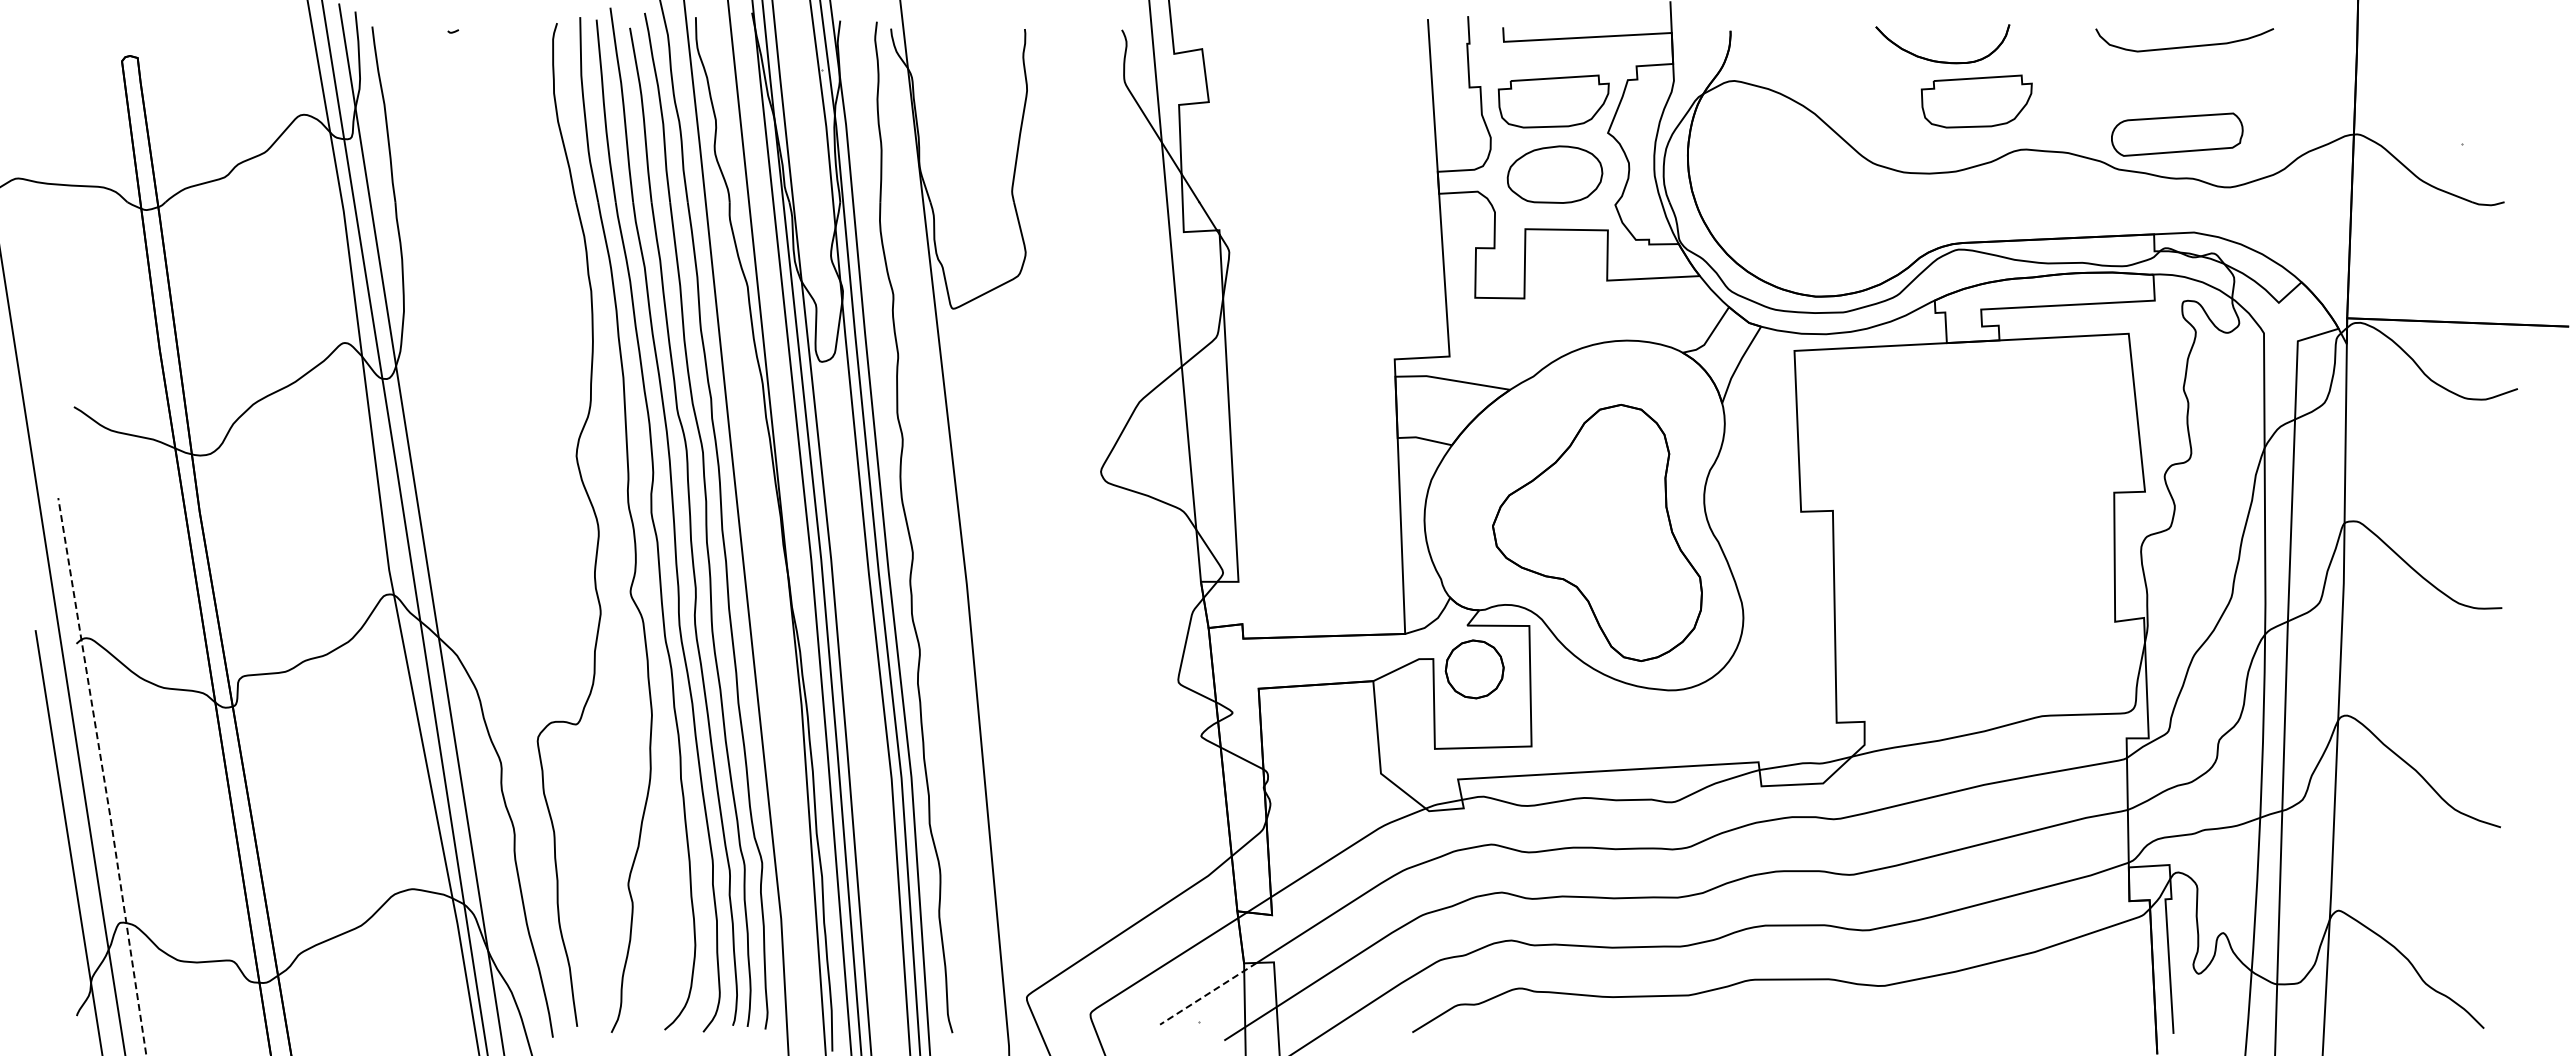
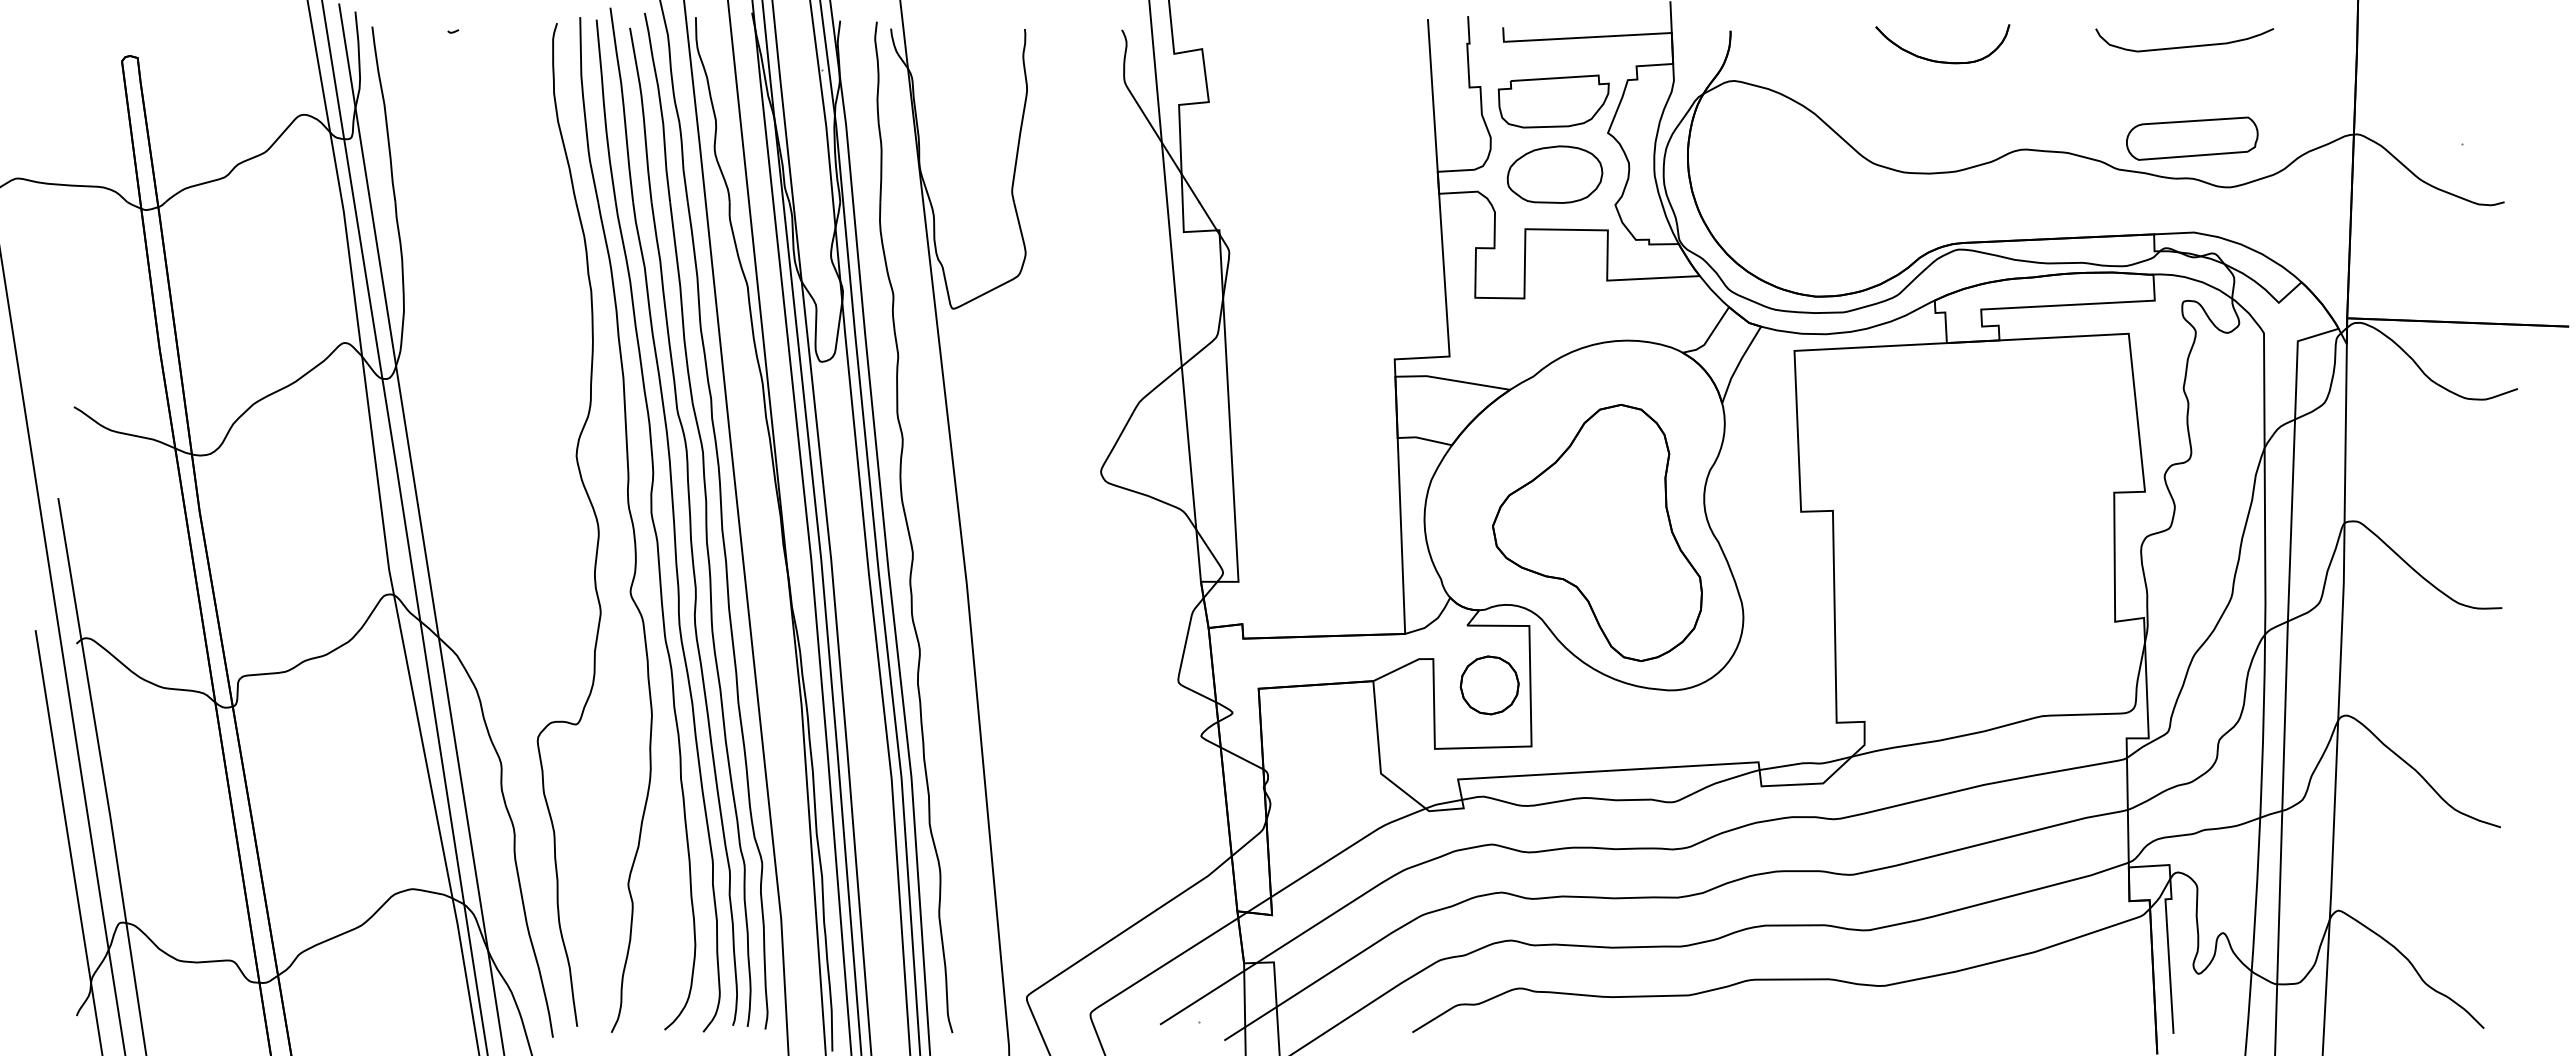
part at (1976, 101): present -> none
part at (2177, 134) position: (2177, 134) -> (2192, 138)
part at (1474, 669) position: (1474, 669) -> (1489, 685)
line at (103, 776): dashed -> solid
line at (1208, 994): dashed -> solid
